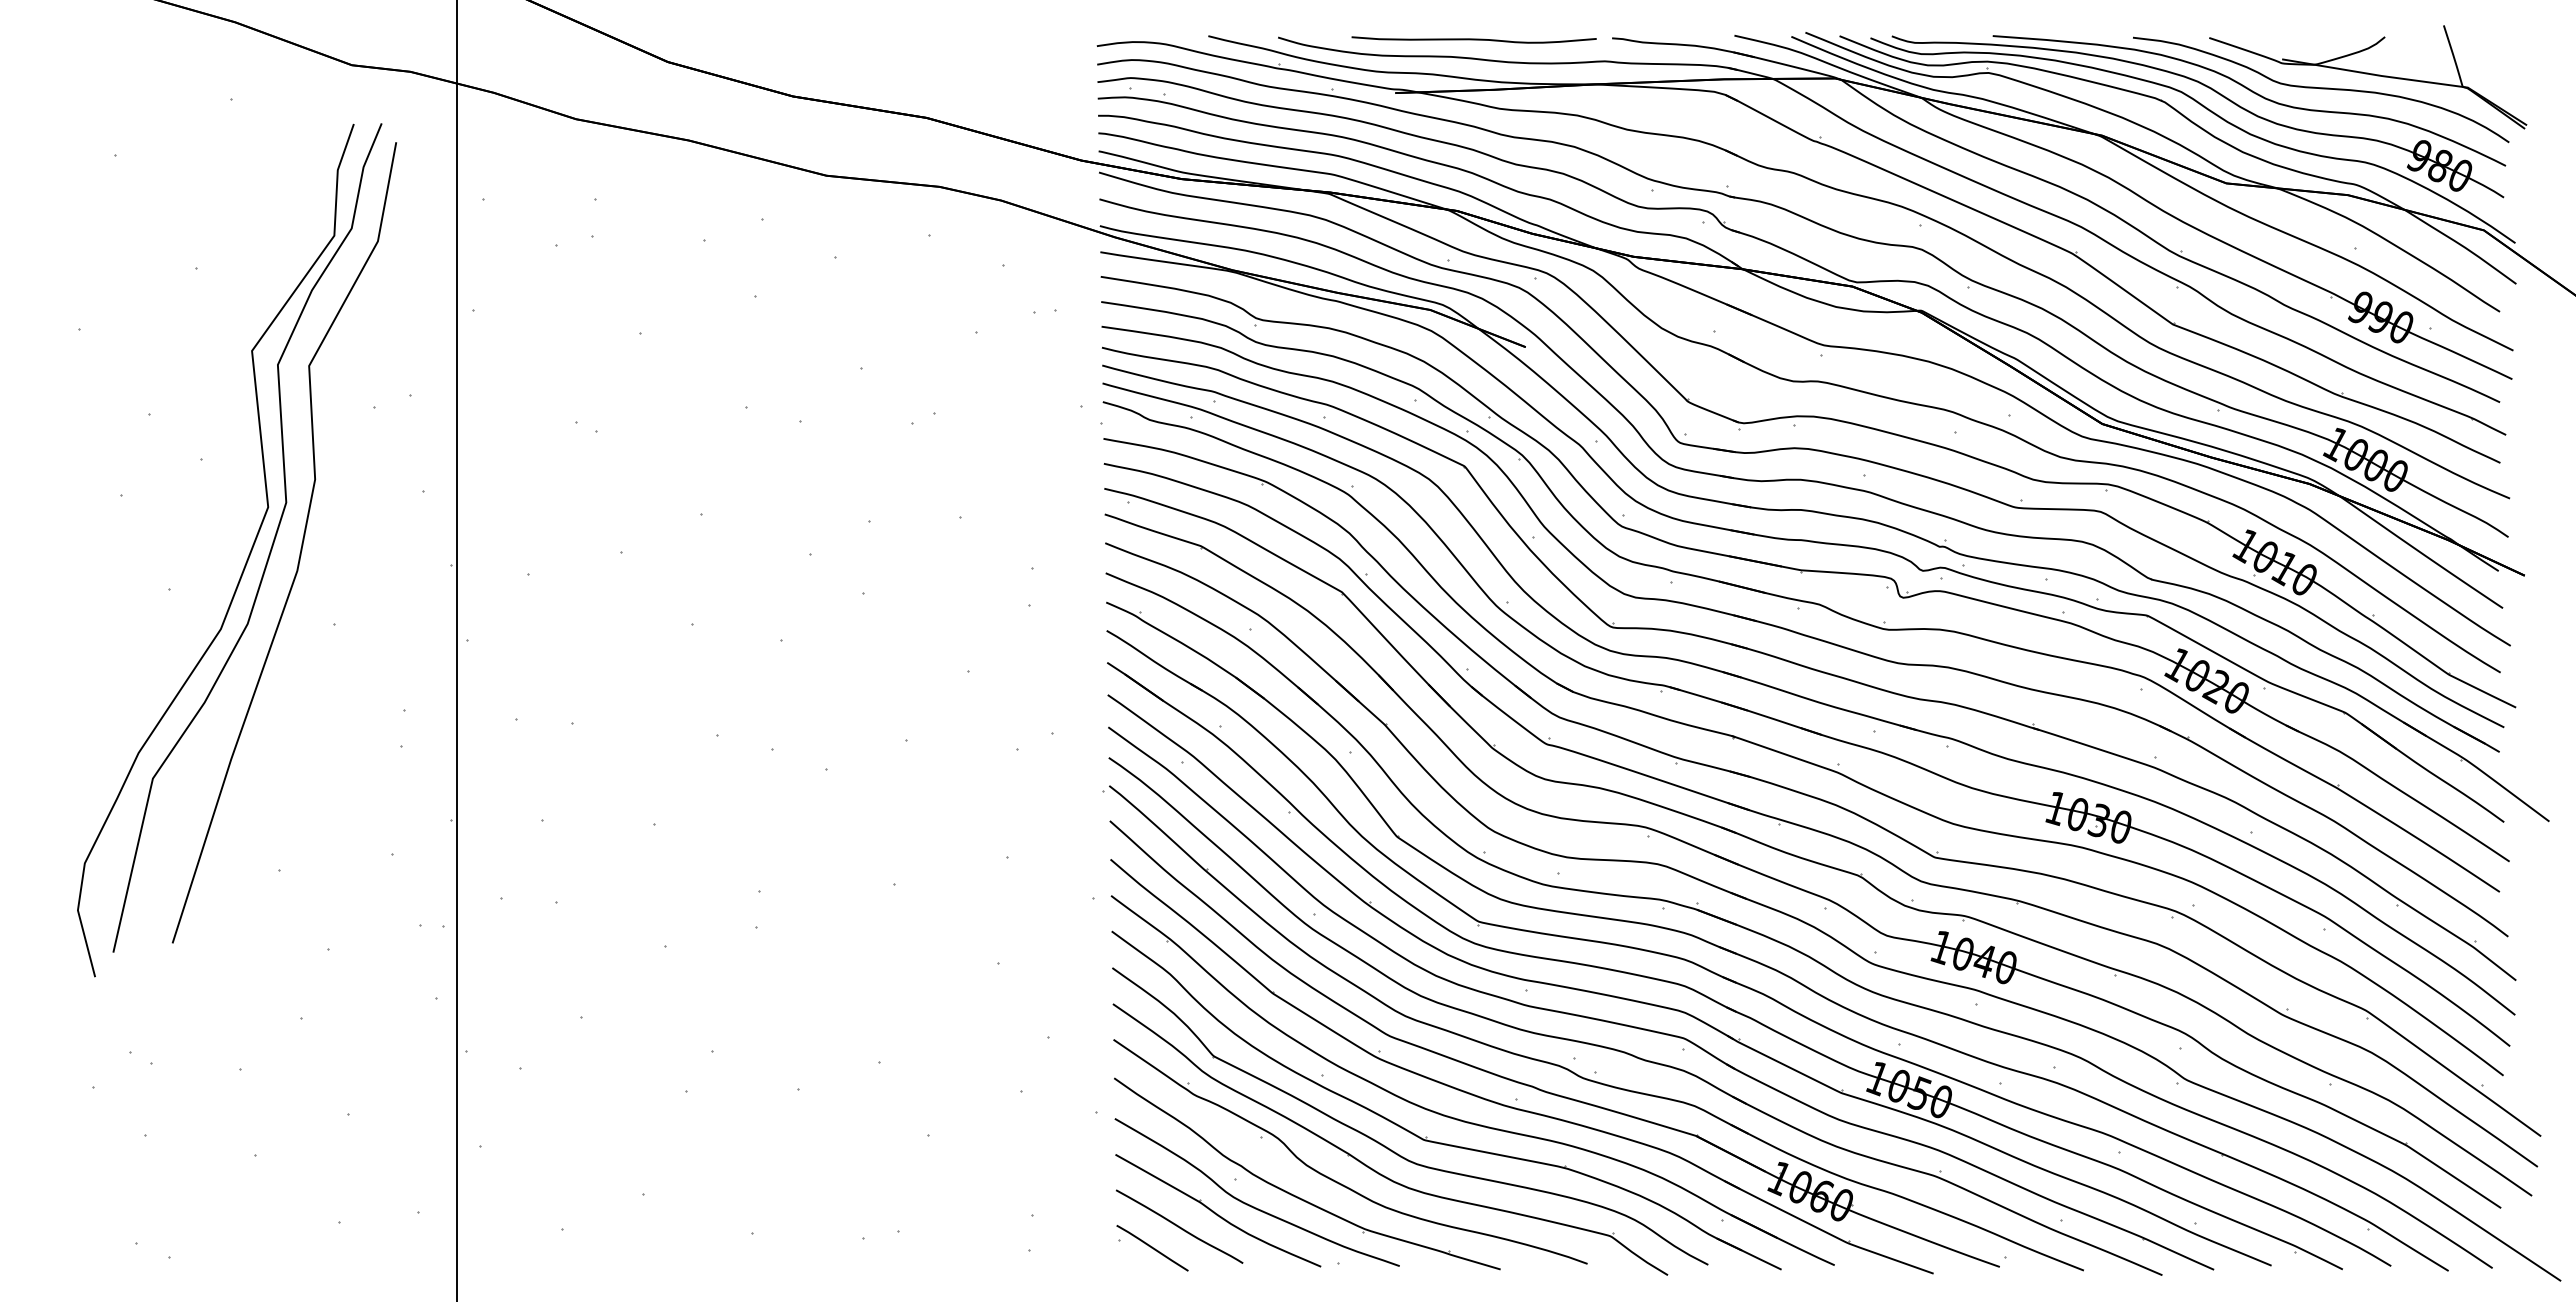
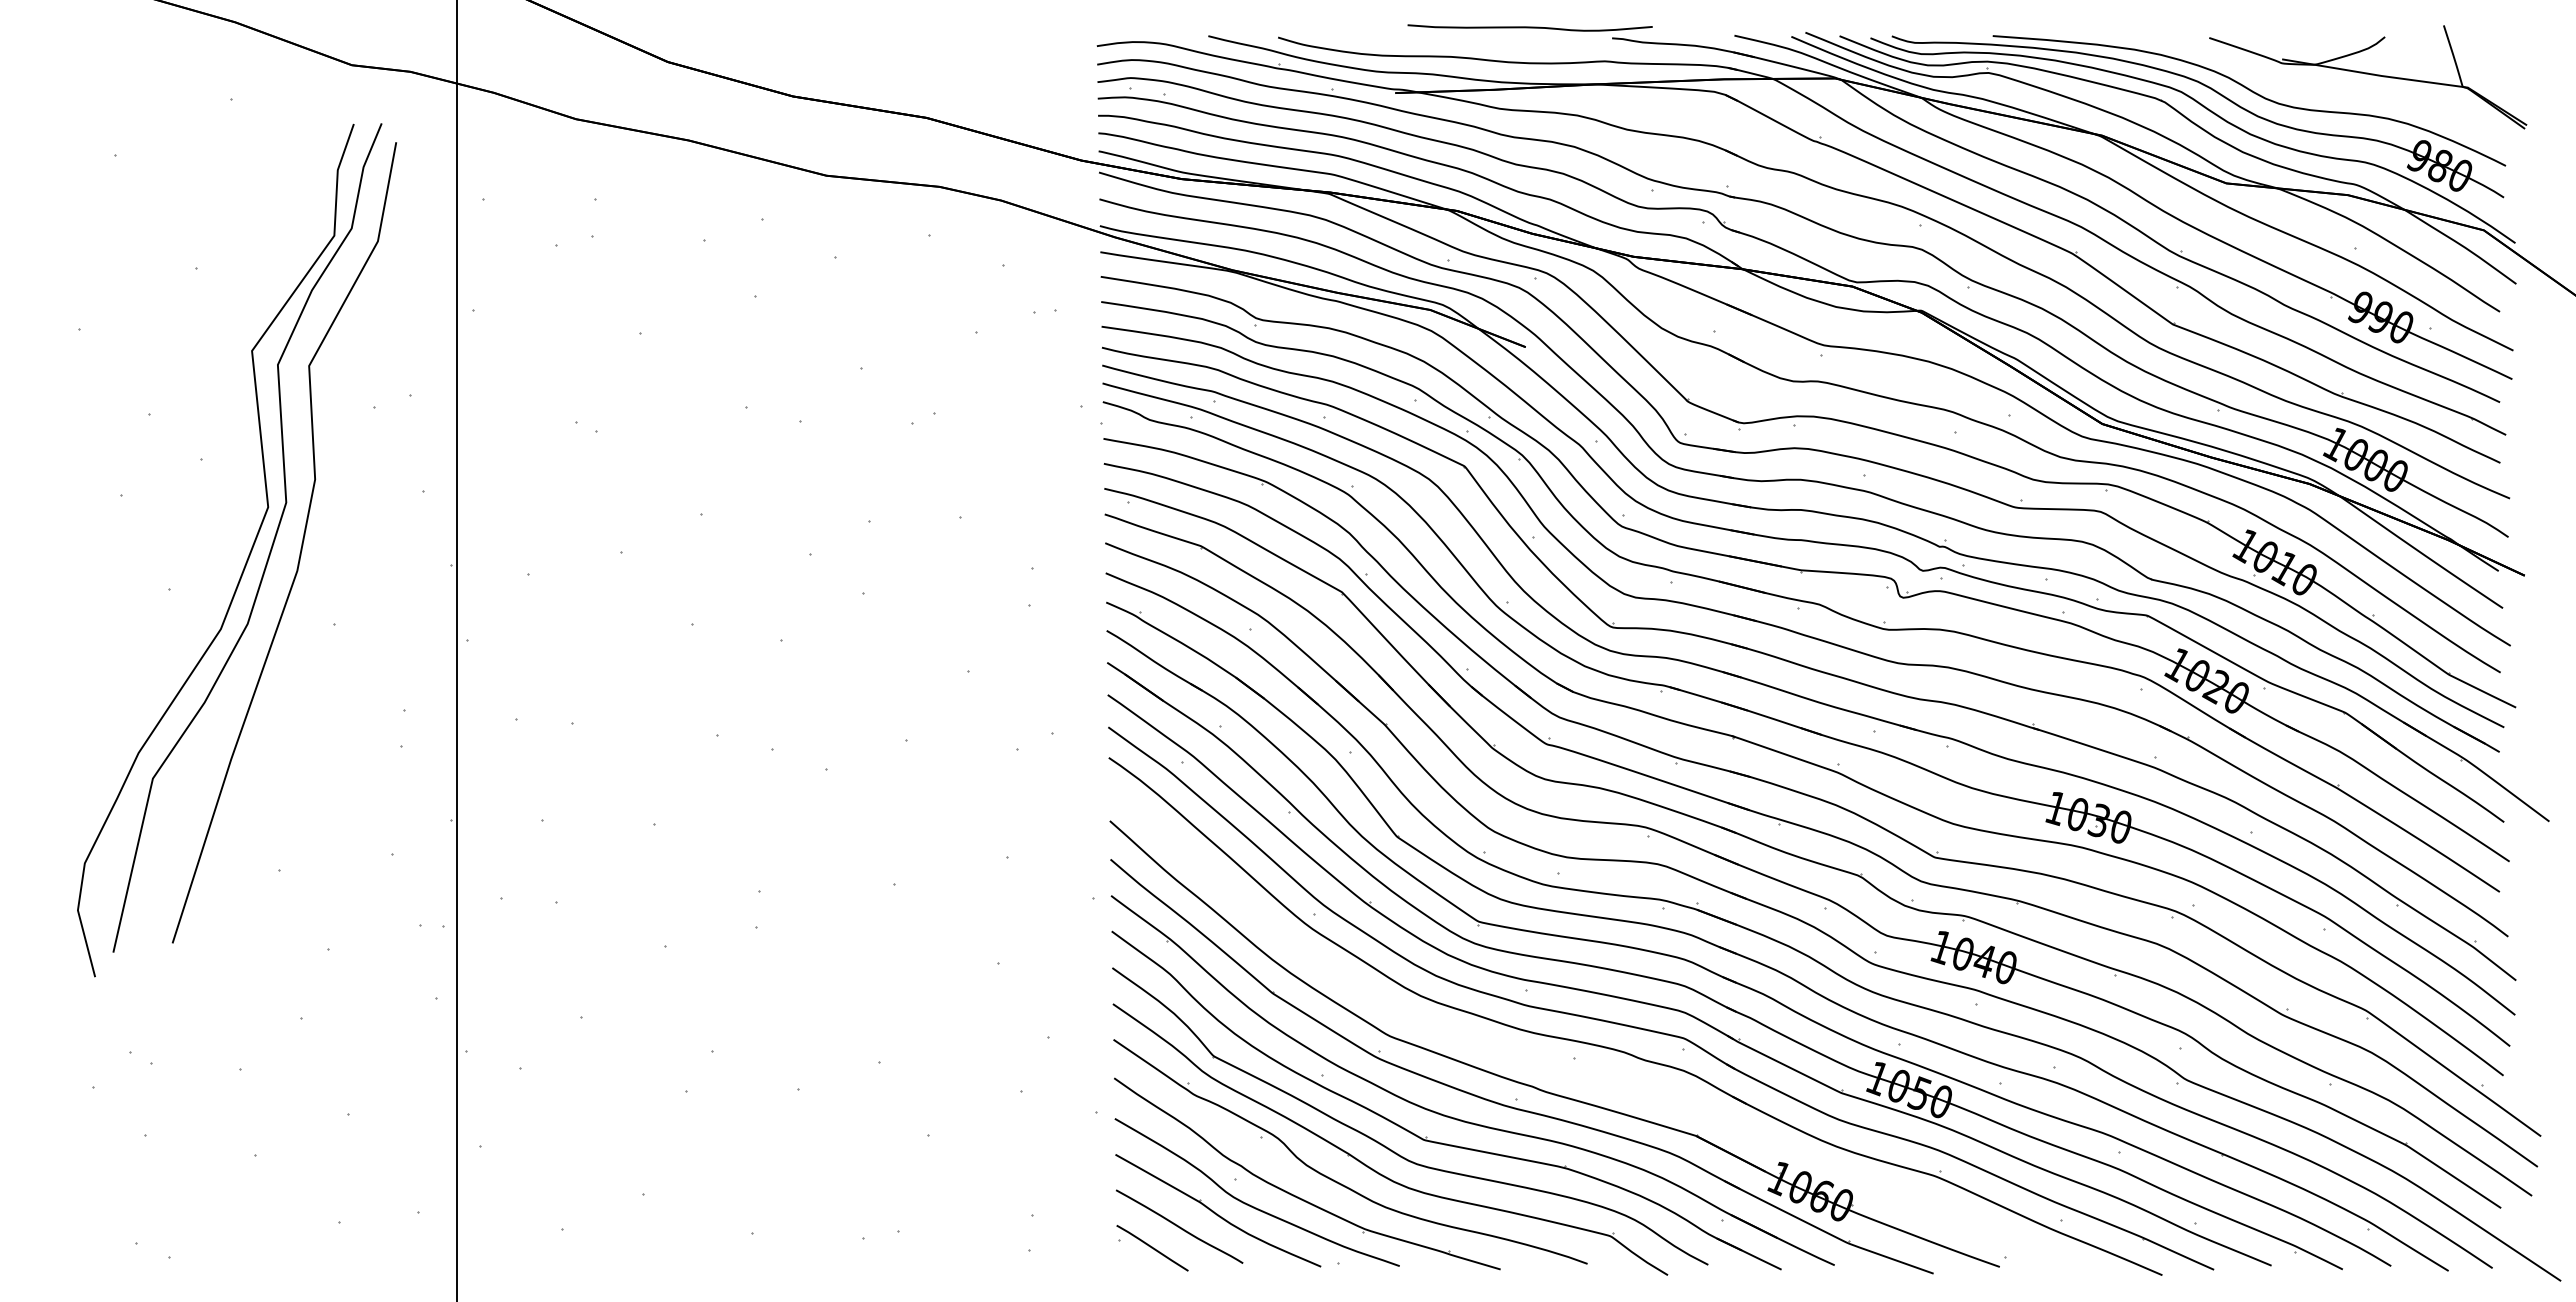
curve at (1473, 39) position: (1473, 39) -> (1529, 27)
curve at (2321, 89): present -> none
part at (1595, 1071): present -> none
